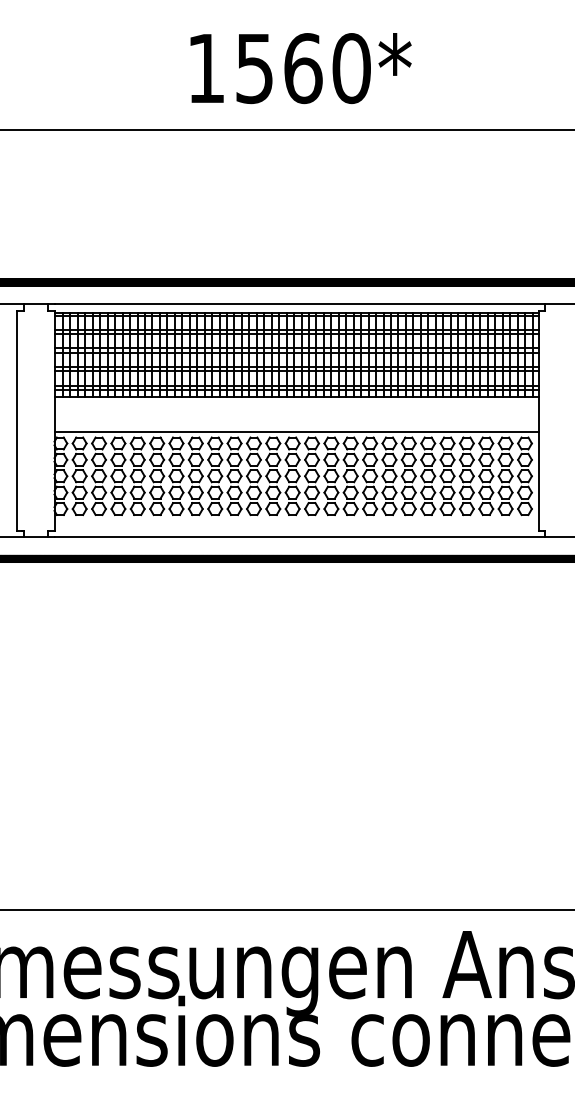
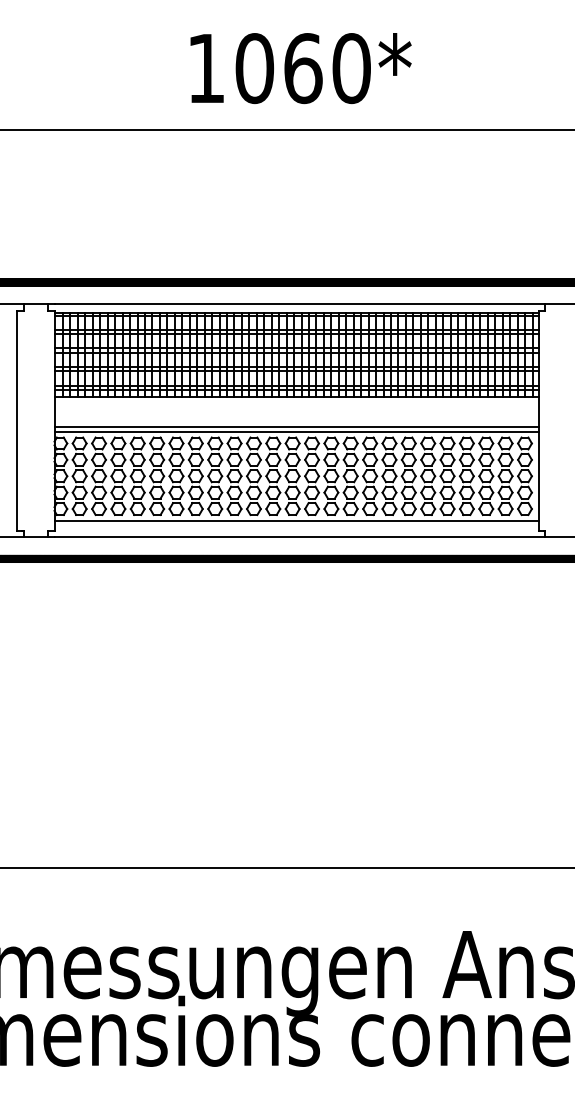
text at (254, 68): 1560 -> 1060
line at (296, 426): none -> present
line at (296, 520): none -> present
line at (286, 910) position: (286, 910) -> (286, 868)
